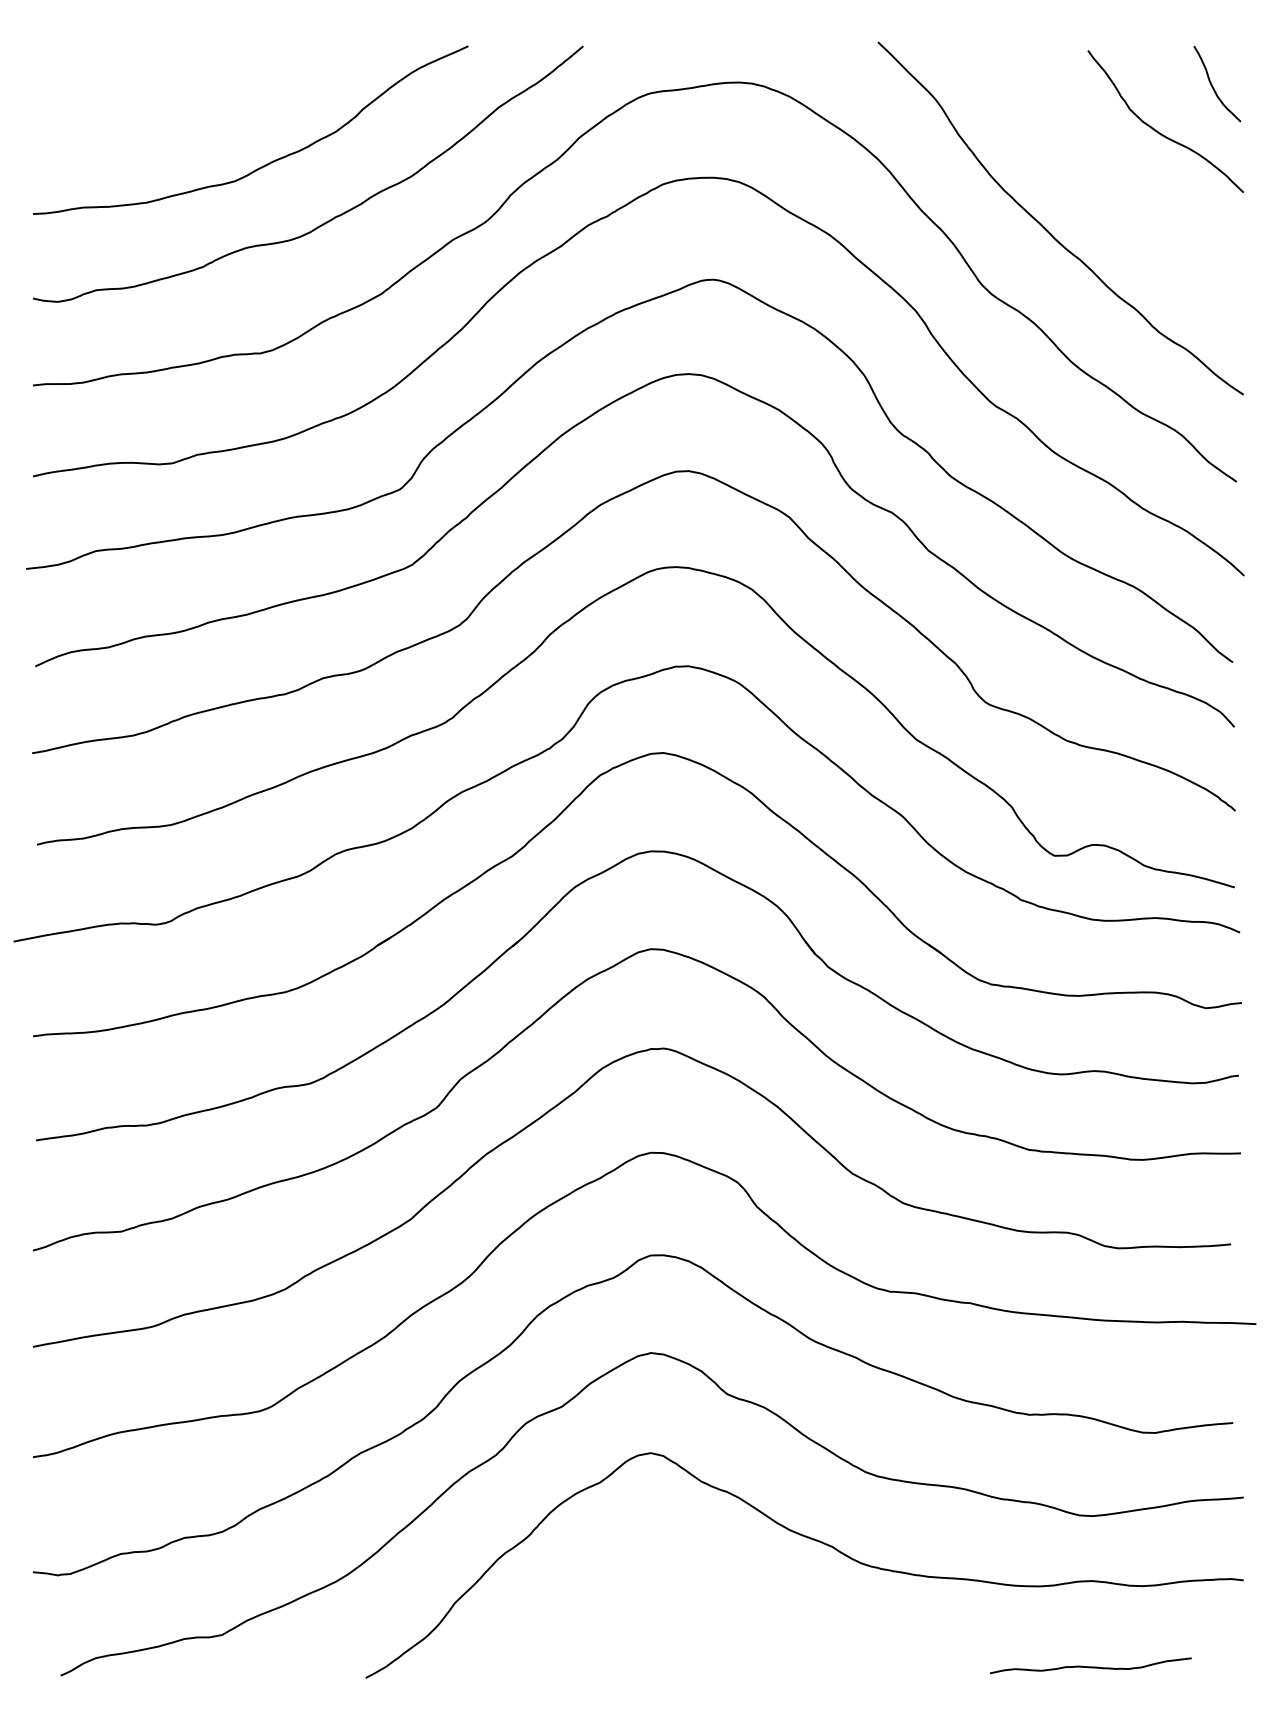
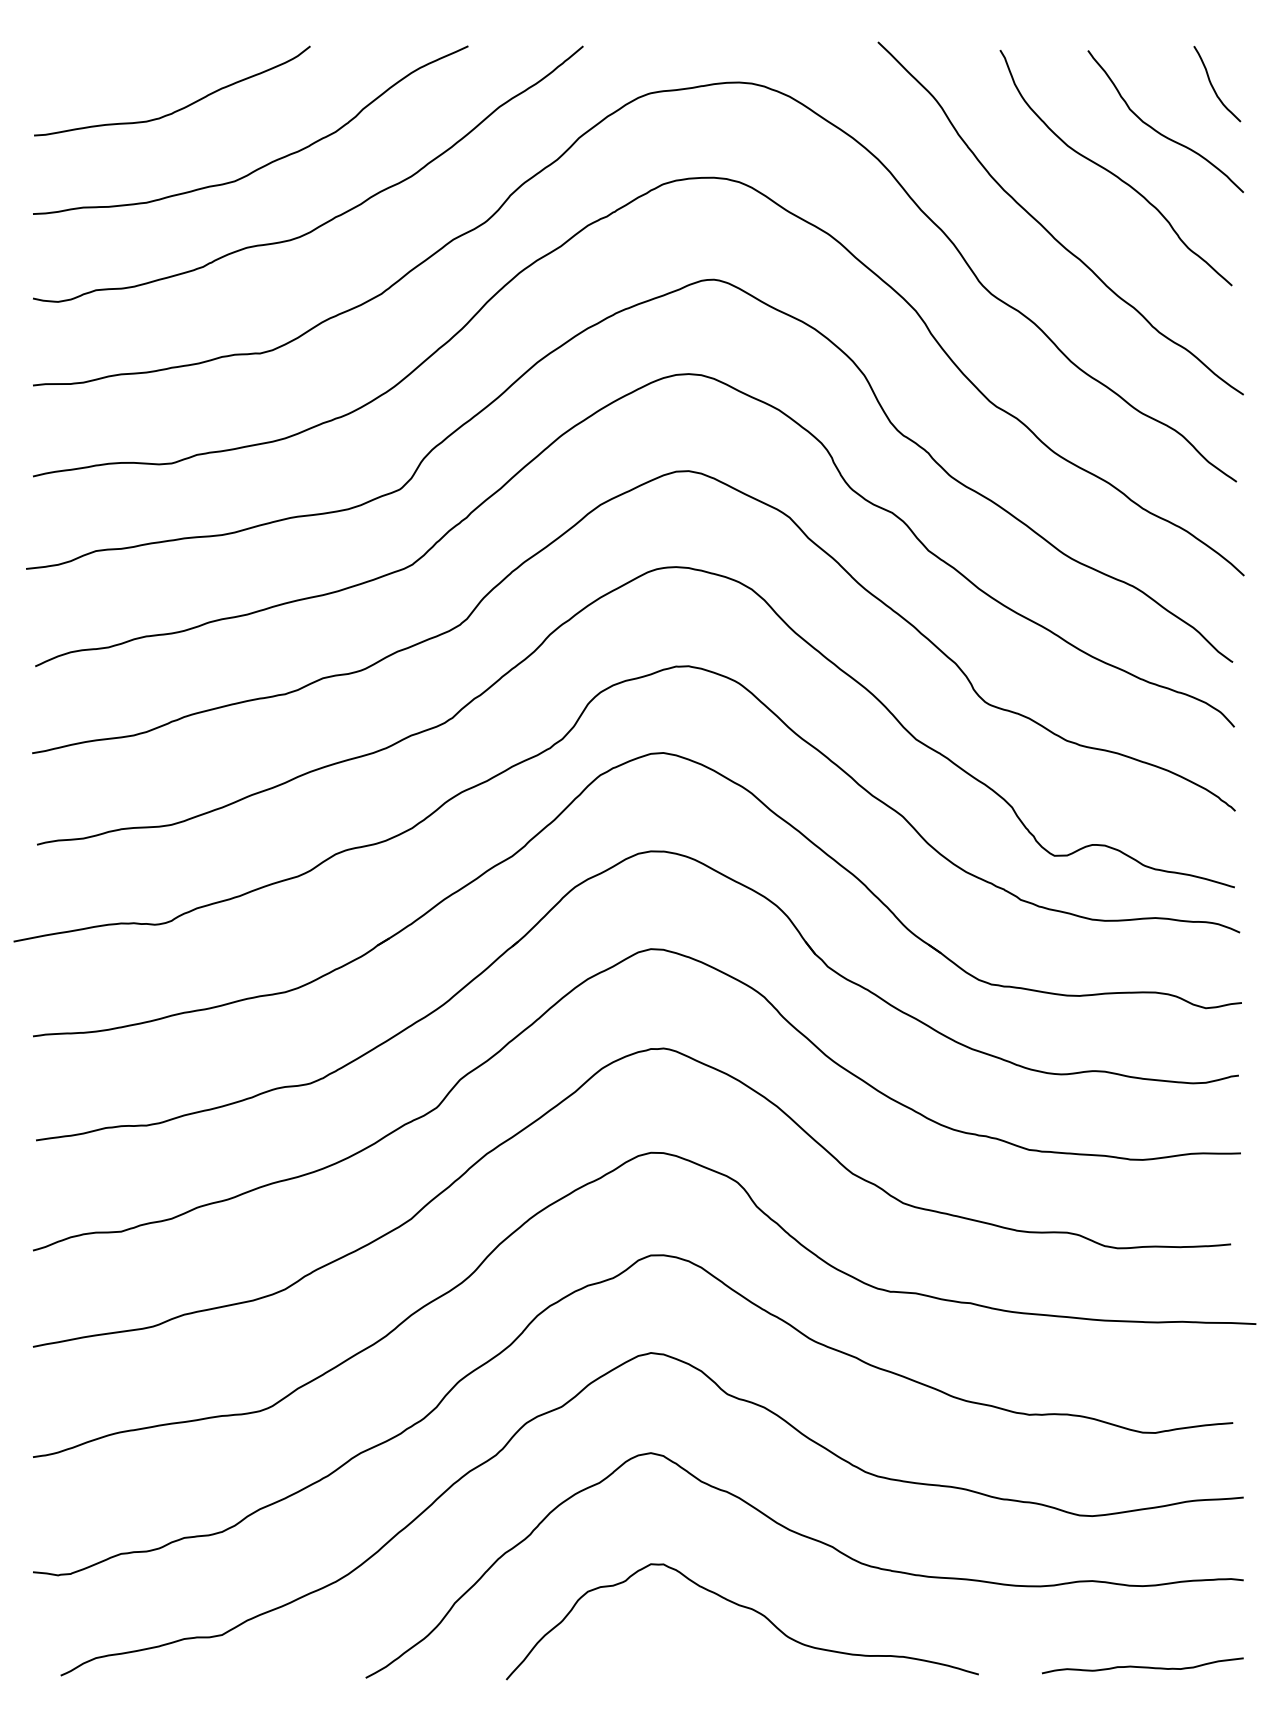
curve at (177, 109): none -> present
curve at (1111, 171): none -> present
curve at (745, 1608): none -> present
curve at (1090, 1666) position: (1090, 1666) -> (1142, 1666)
